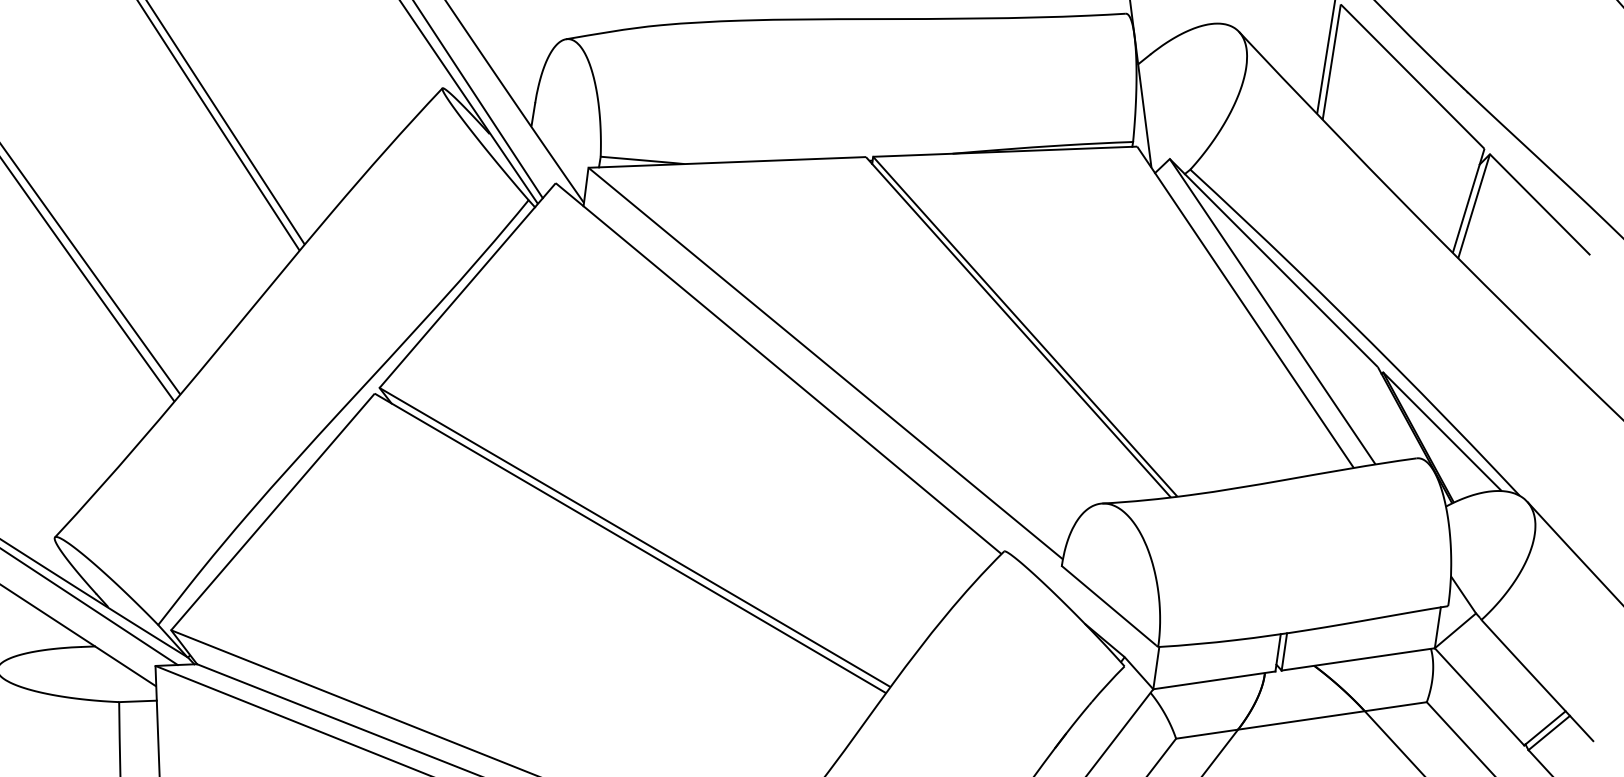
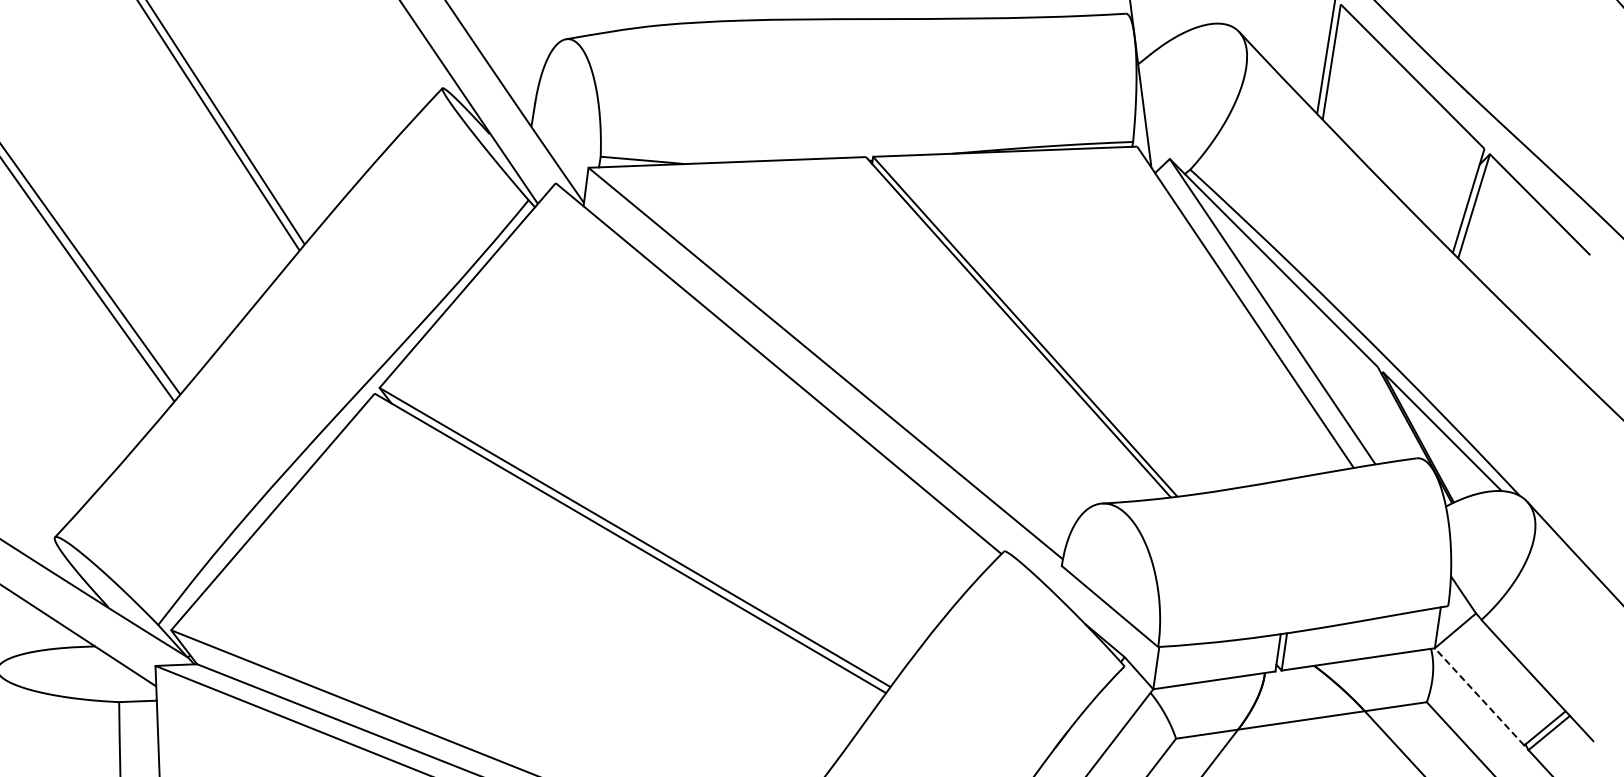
line at (478, 100): present -> none
line at (89, 607): present -> none
line at (1479, 696): solid -> dashed
